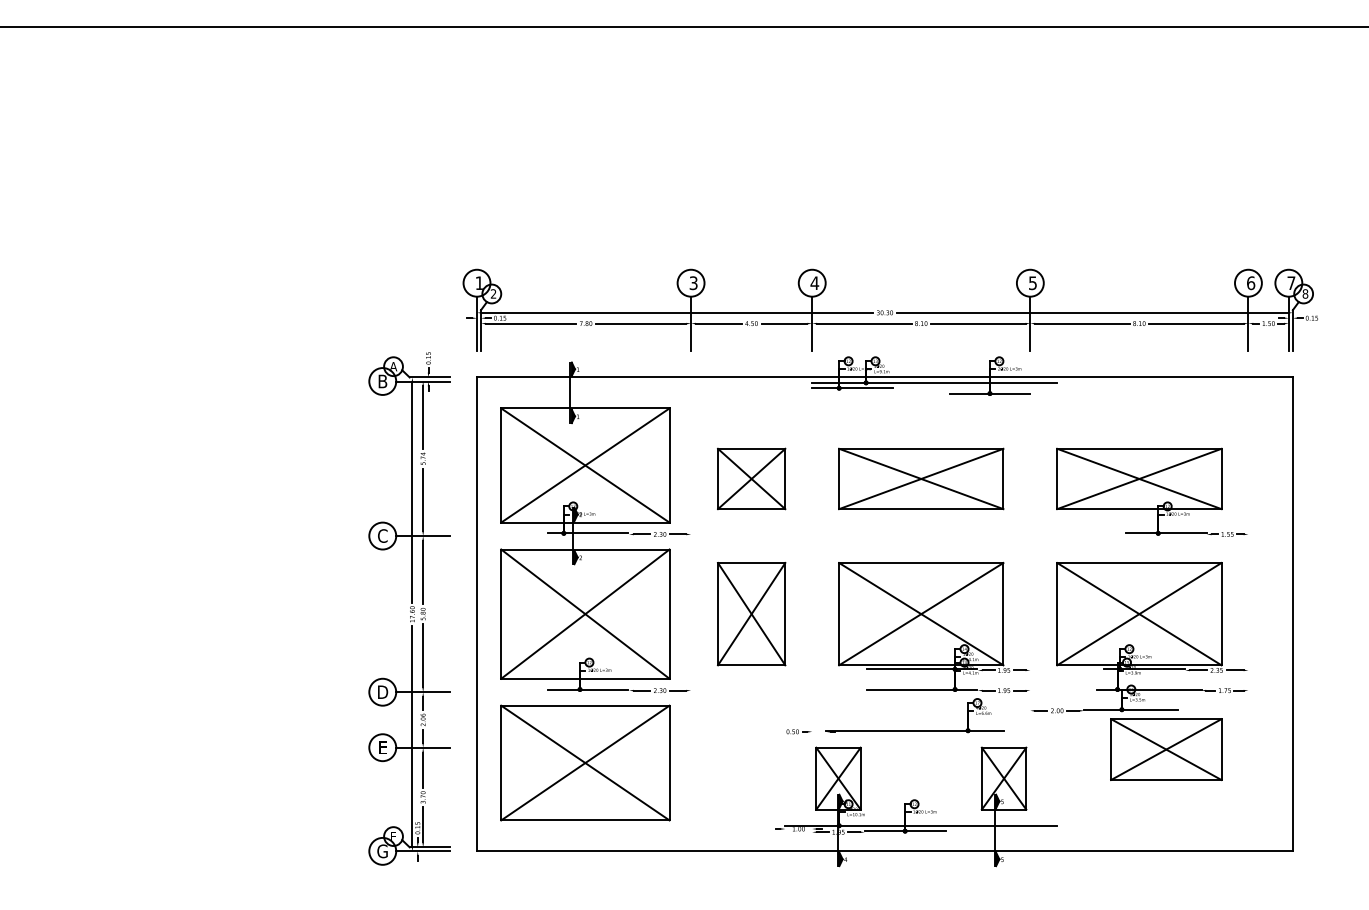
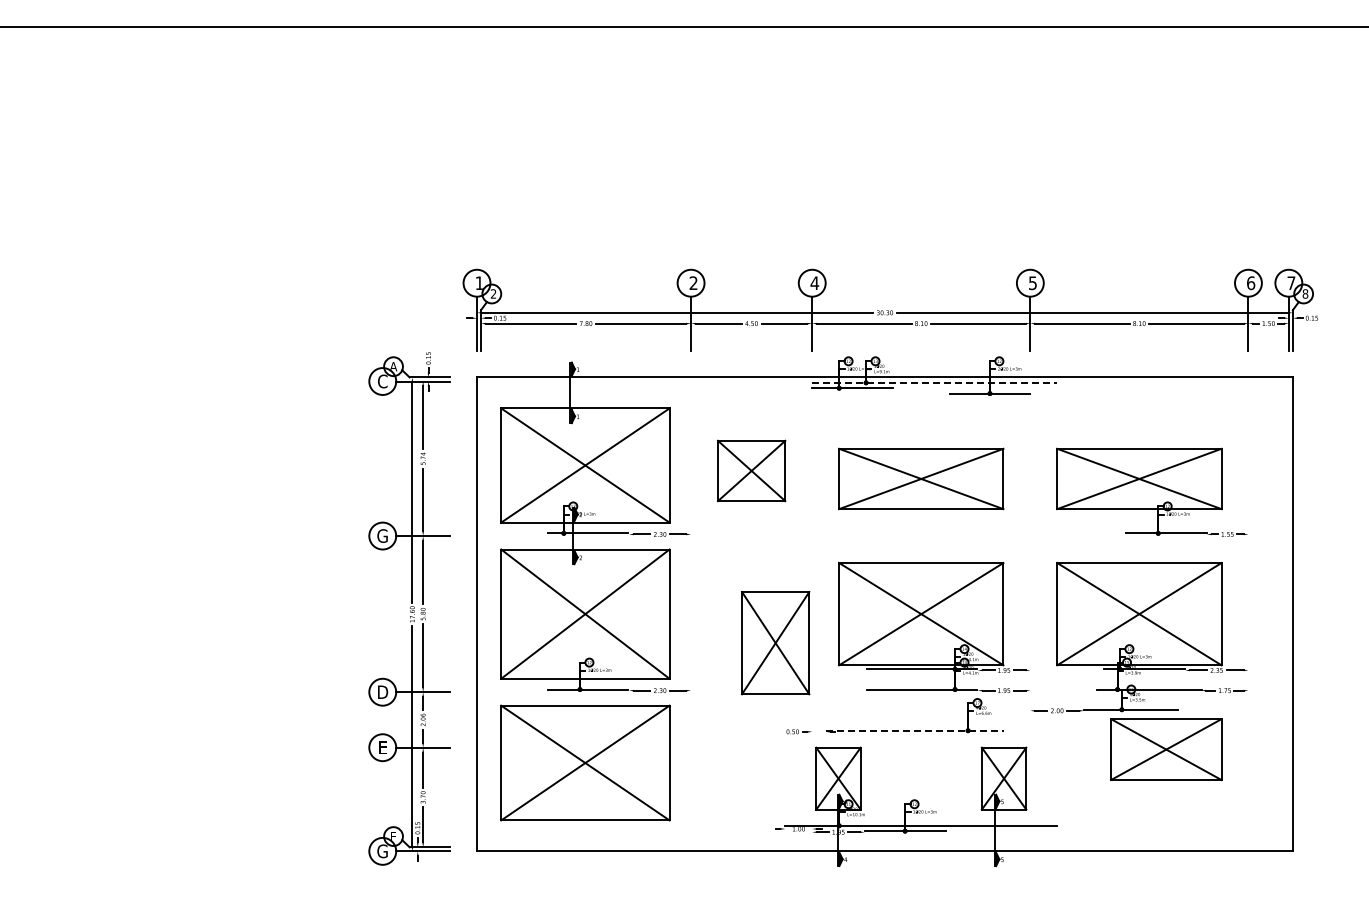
text at (693, 283): 3 -> 2
text at (382, 381): B -> C
line at (934, 382): solid -> dashed
part at (751, 478) position: (751, 478) -> (751, 470)
text at (382, 535): C -> G
part at (751, 614) position: (751, 614) -> (775, 643)
line at (914, 730): solid -> dashed
